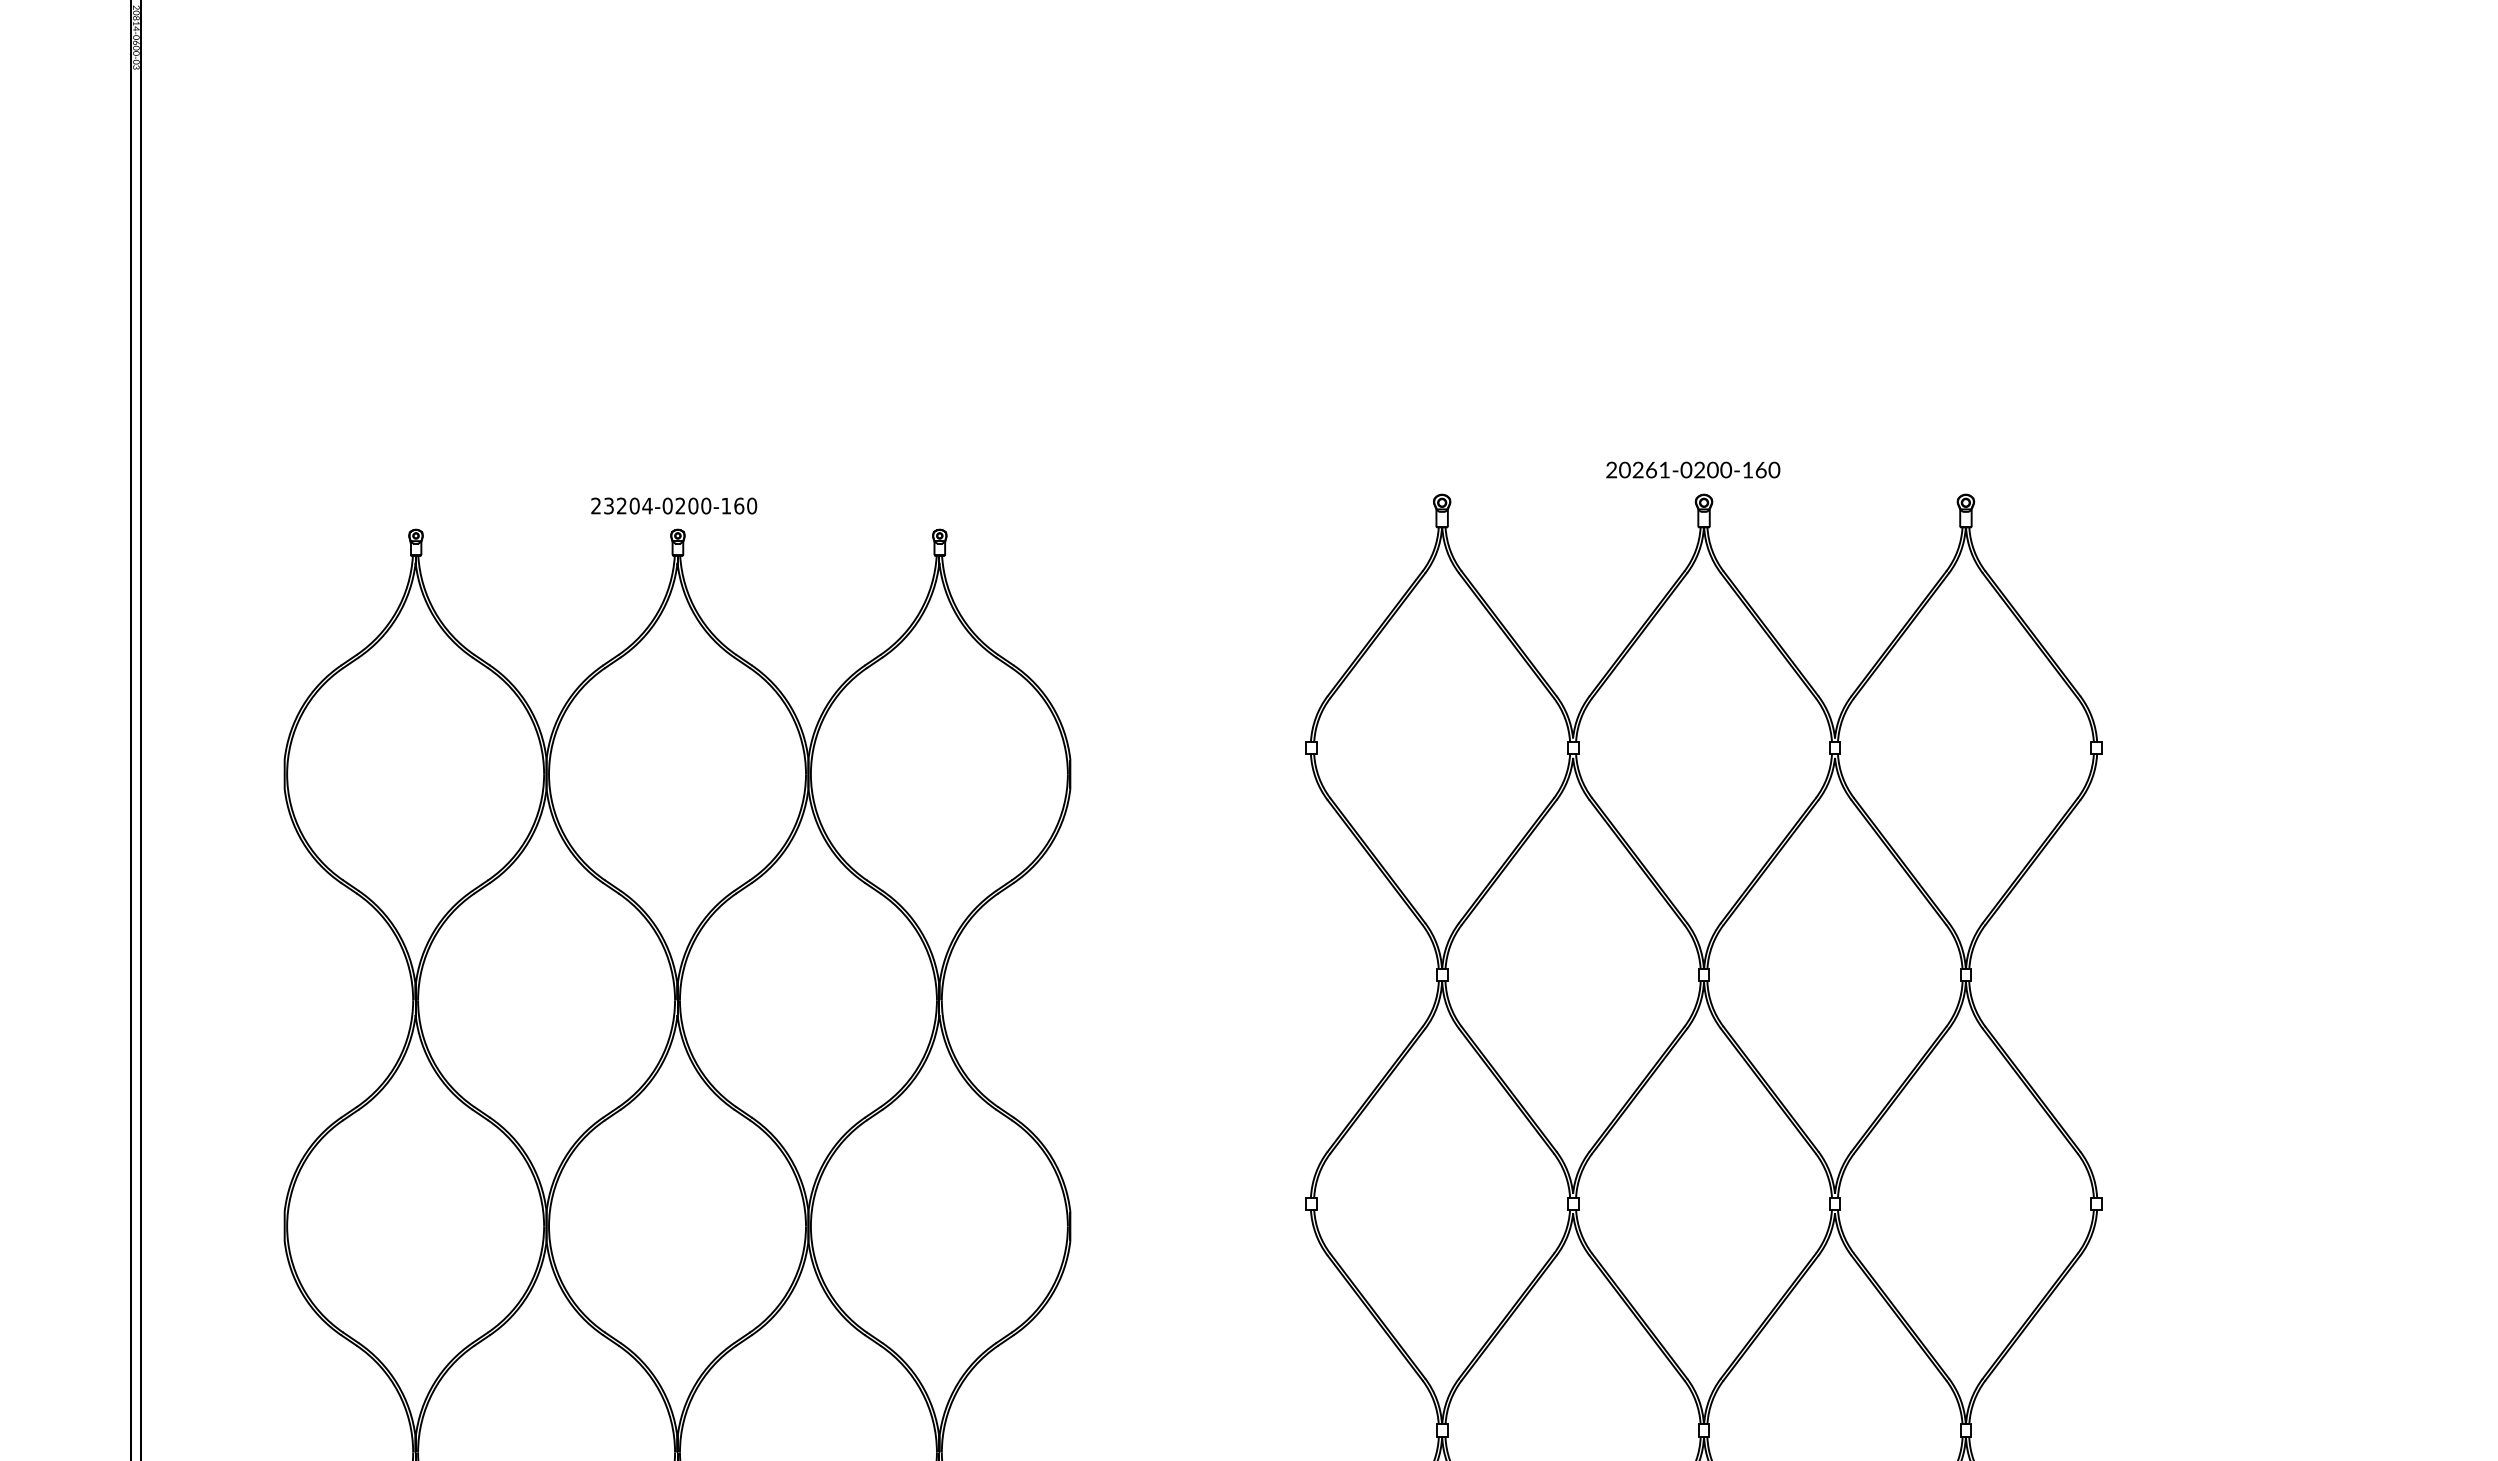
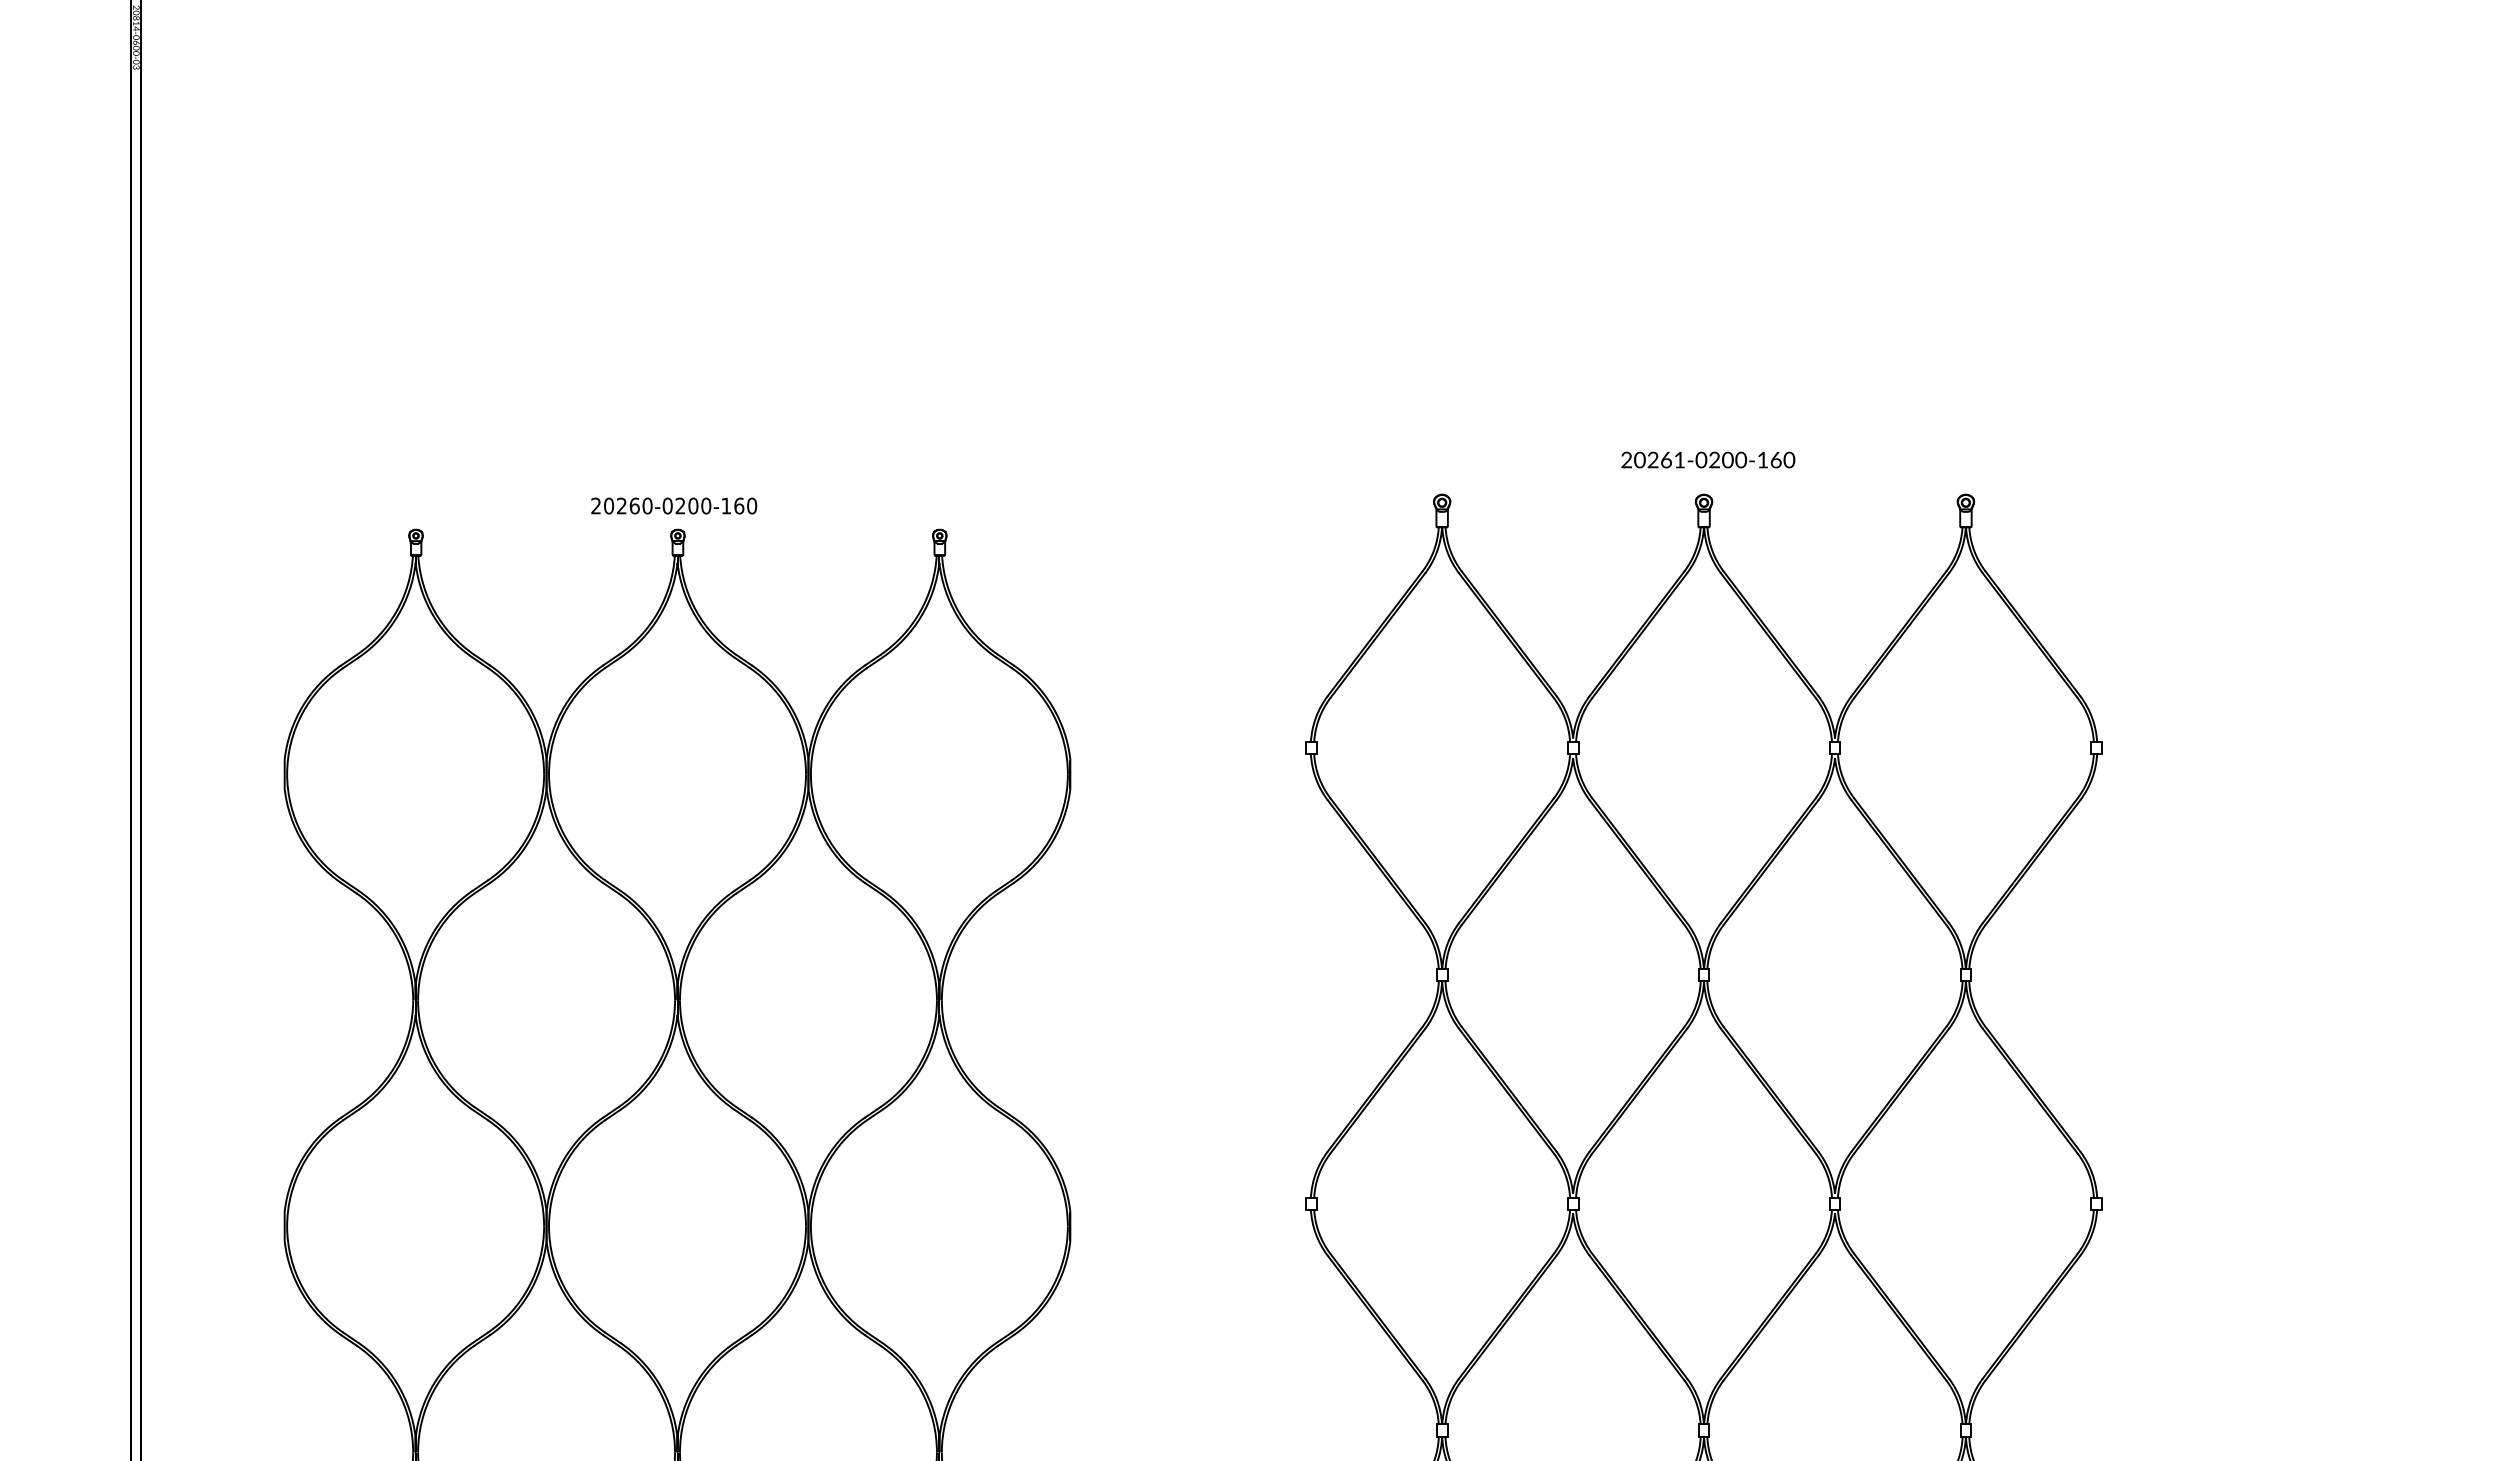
text at (1693, 469) position: (1693, 469) -> (1708, 459)
text at (628, 505): 23204-0200-160 -> 20260-0200-160
